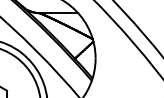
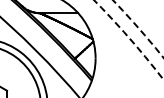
arc at (139, 28): solid -> dashed
arc at (130, 39): solid -> dashed
